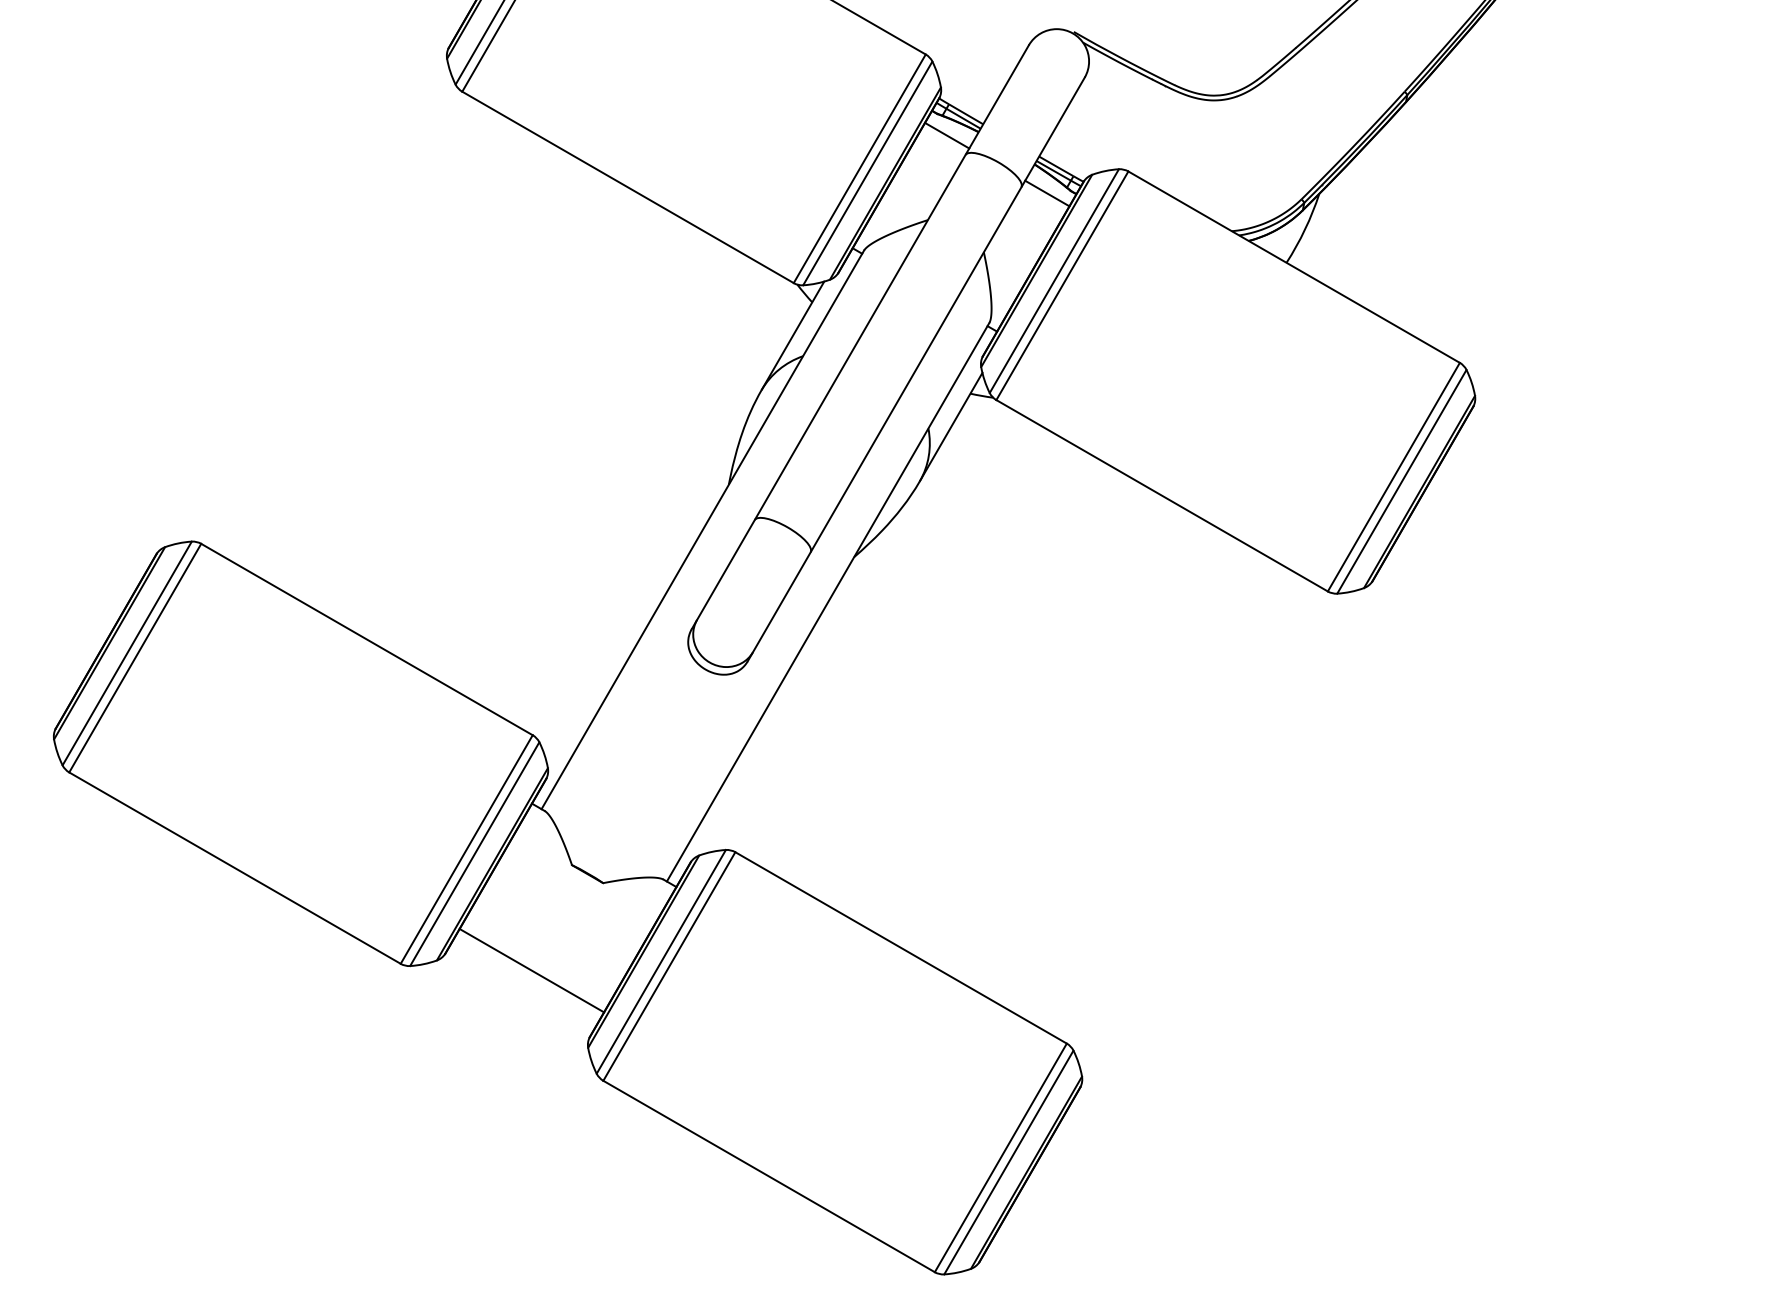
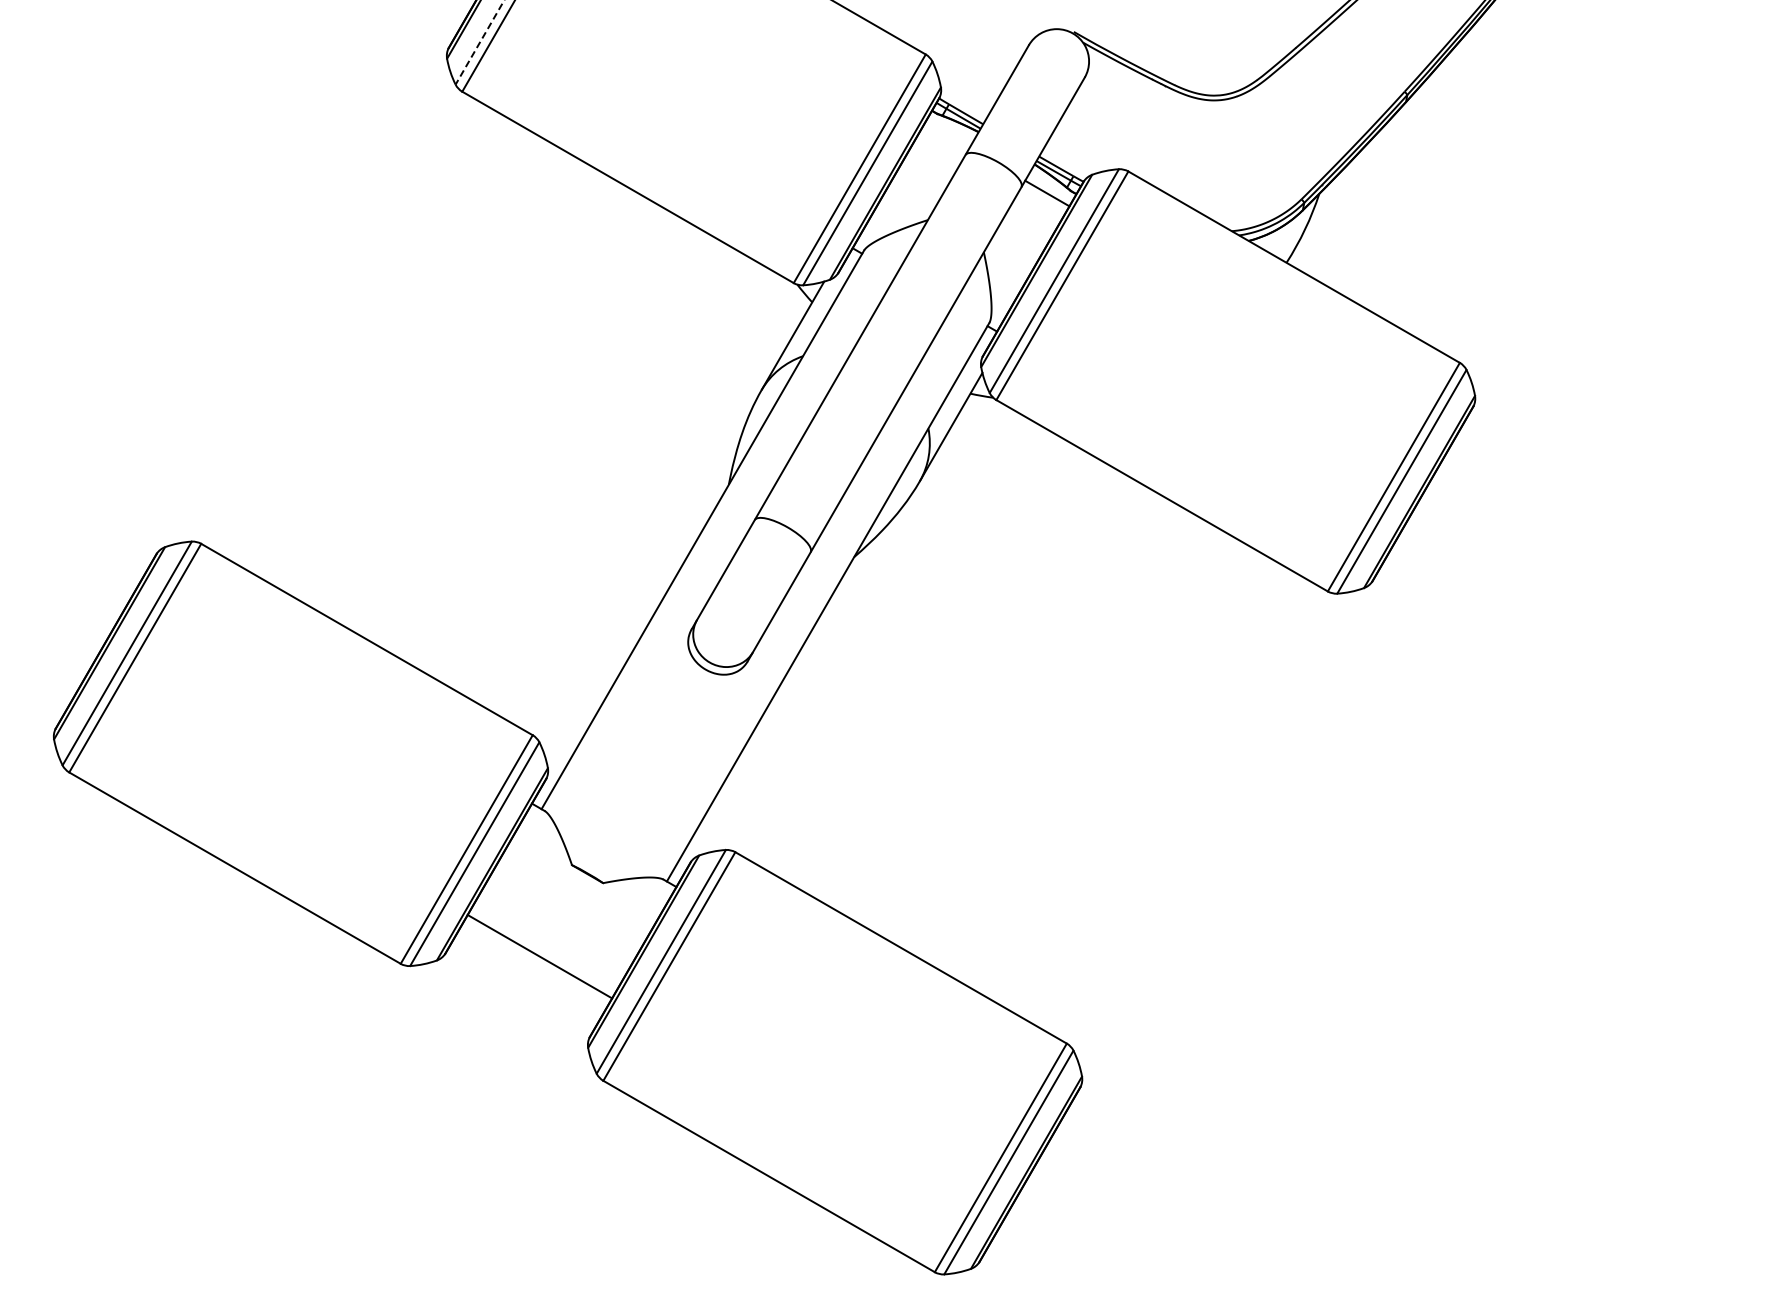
line at (479, 43): solid -> dashed
line at (947, 135): present -> none
line at (531, 970) position: (531, 970) -> (539, 956)
